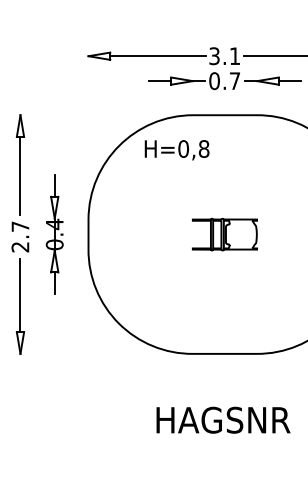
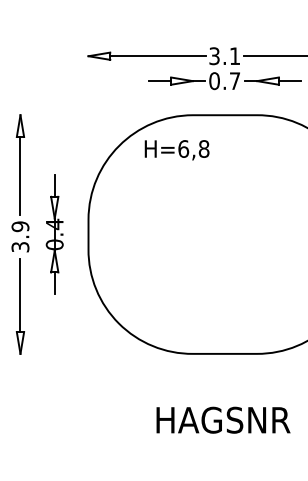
text at (183, 148): H=0,8 -> H=6,8
part at (224, 234): present -> none
text at (20, 236): 2.7 -> 3.9
